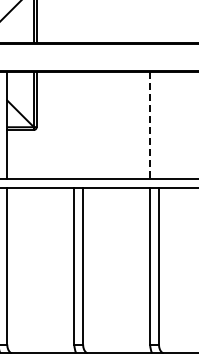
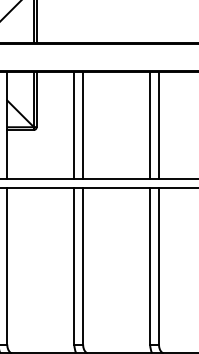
line at (74, 125): none -> present
line at (83, 125): none -> present
line at (150, 125): dashed -> solid
line at (158, 125): none -> present
